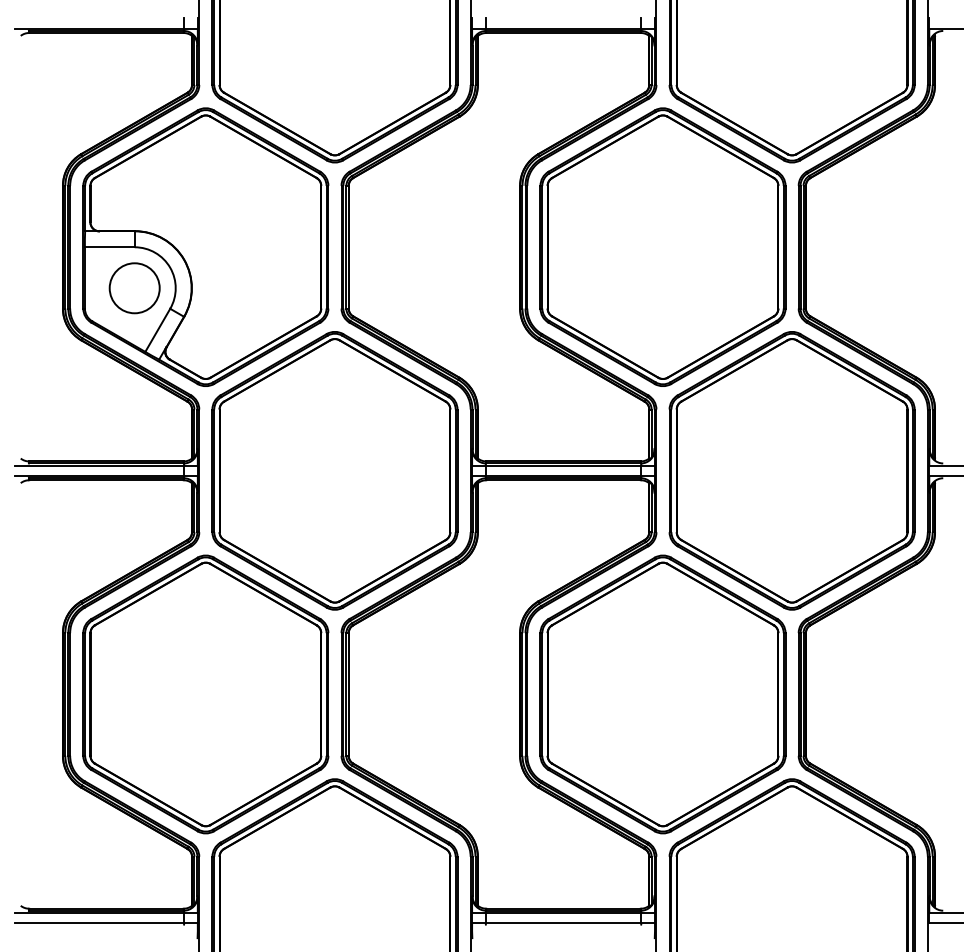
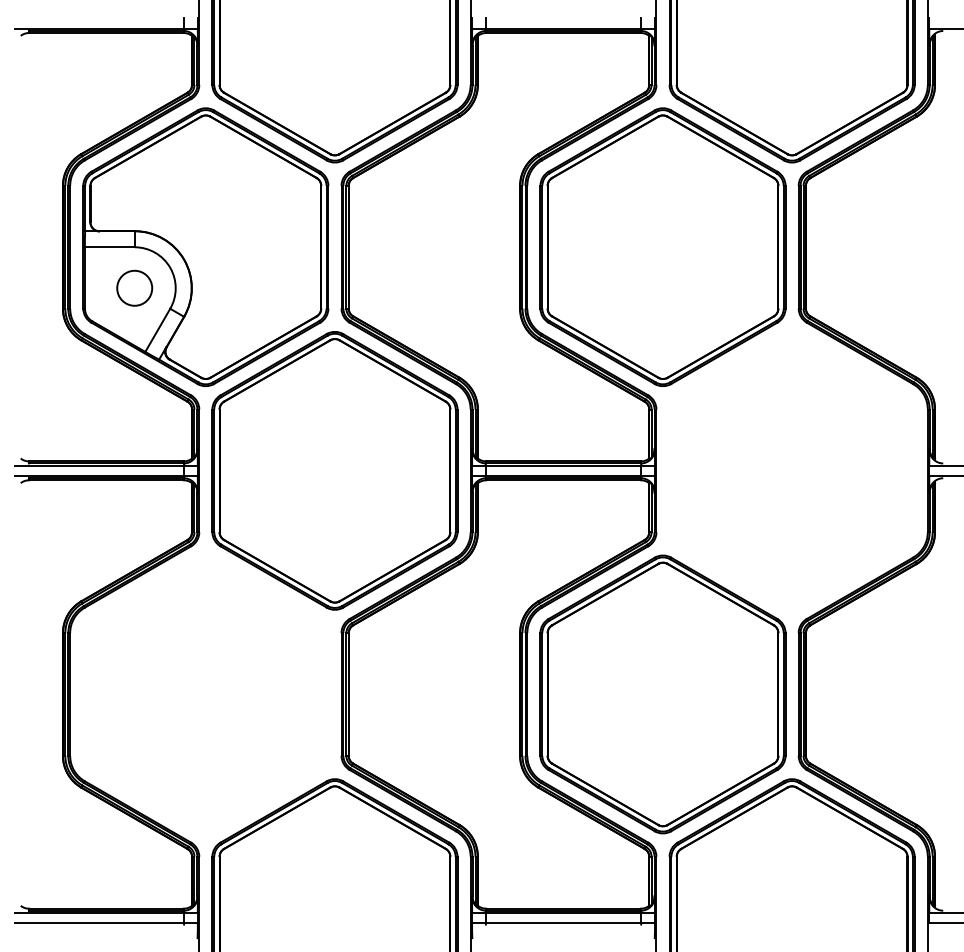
circle at (134, 288) diameter: 50 px -> 35 px
part at (791, 470): present -> none
part at (205, 694): present -> none
